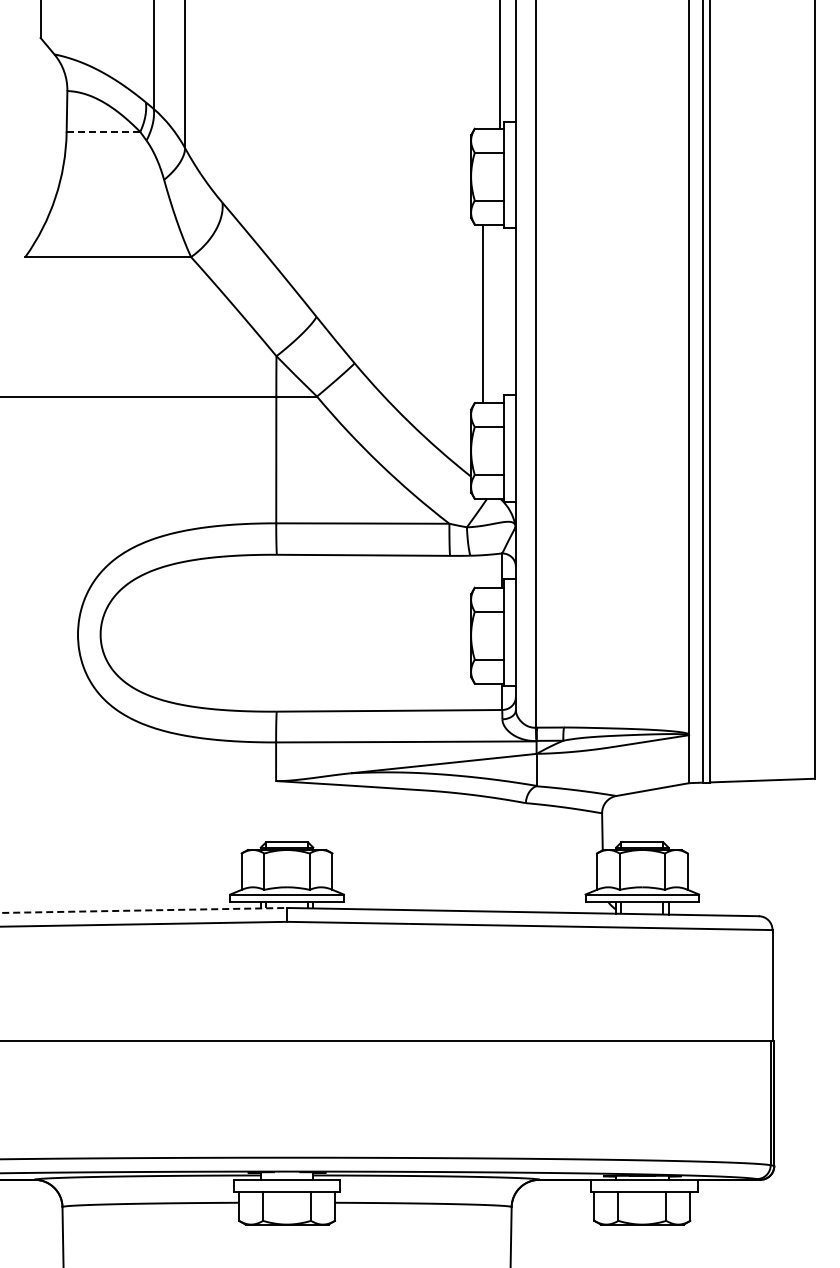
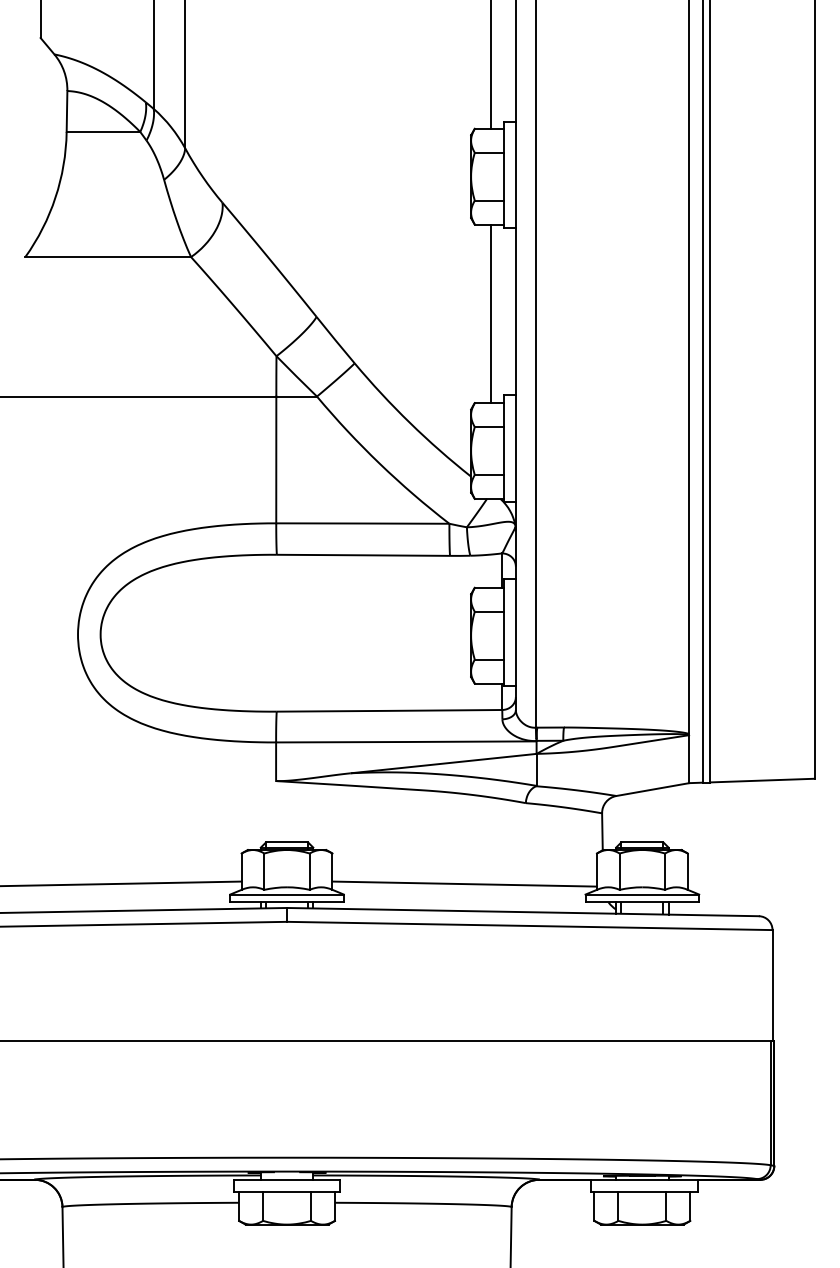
line at (500, 65) position: (500, 65) -> (491, 65)
line at (103, 131): dashed -> solid
line at (483, 313) position: (483, 313) -> (491, 313)
line at (121, 883): none -> present
line at (464, 883): none -> present
line at (144, 910): dashed -> solid
